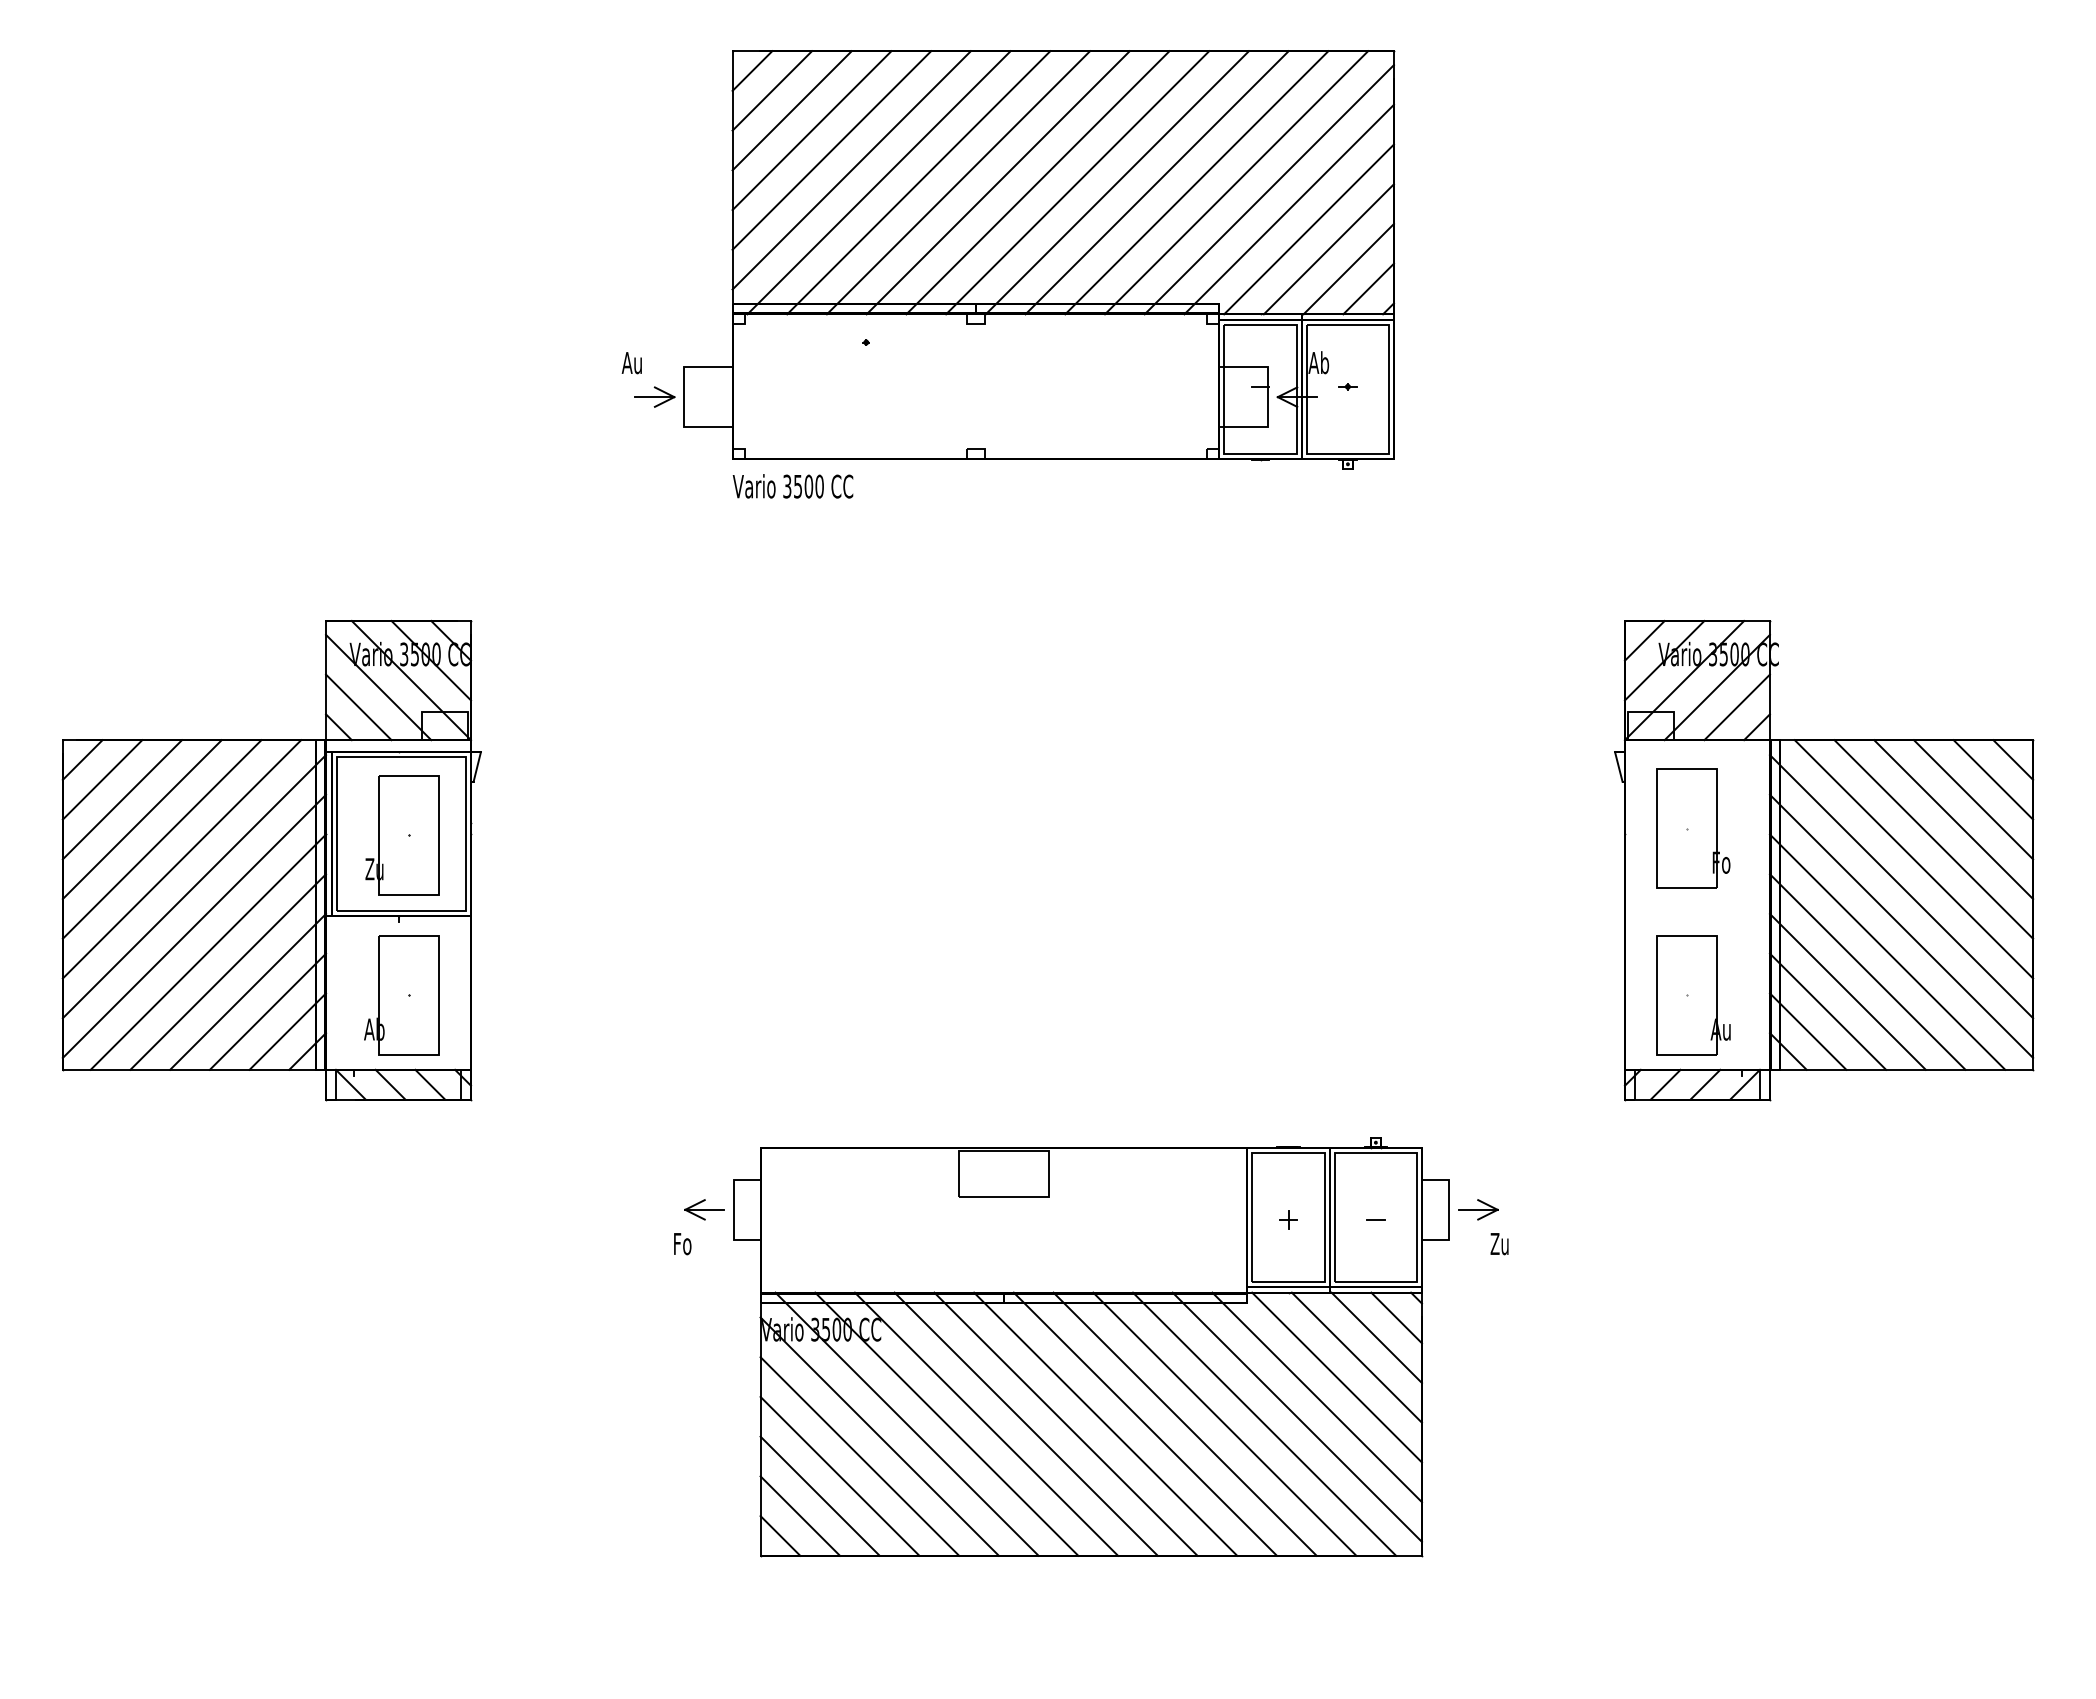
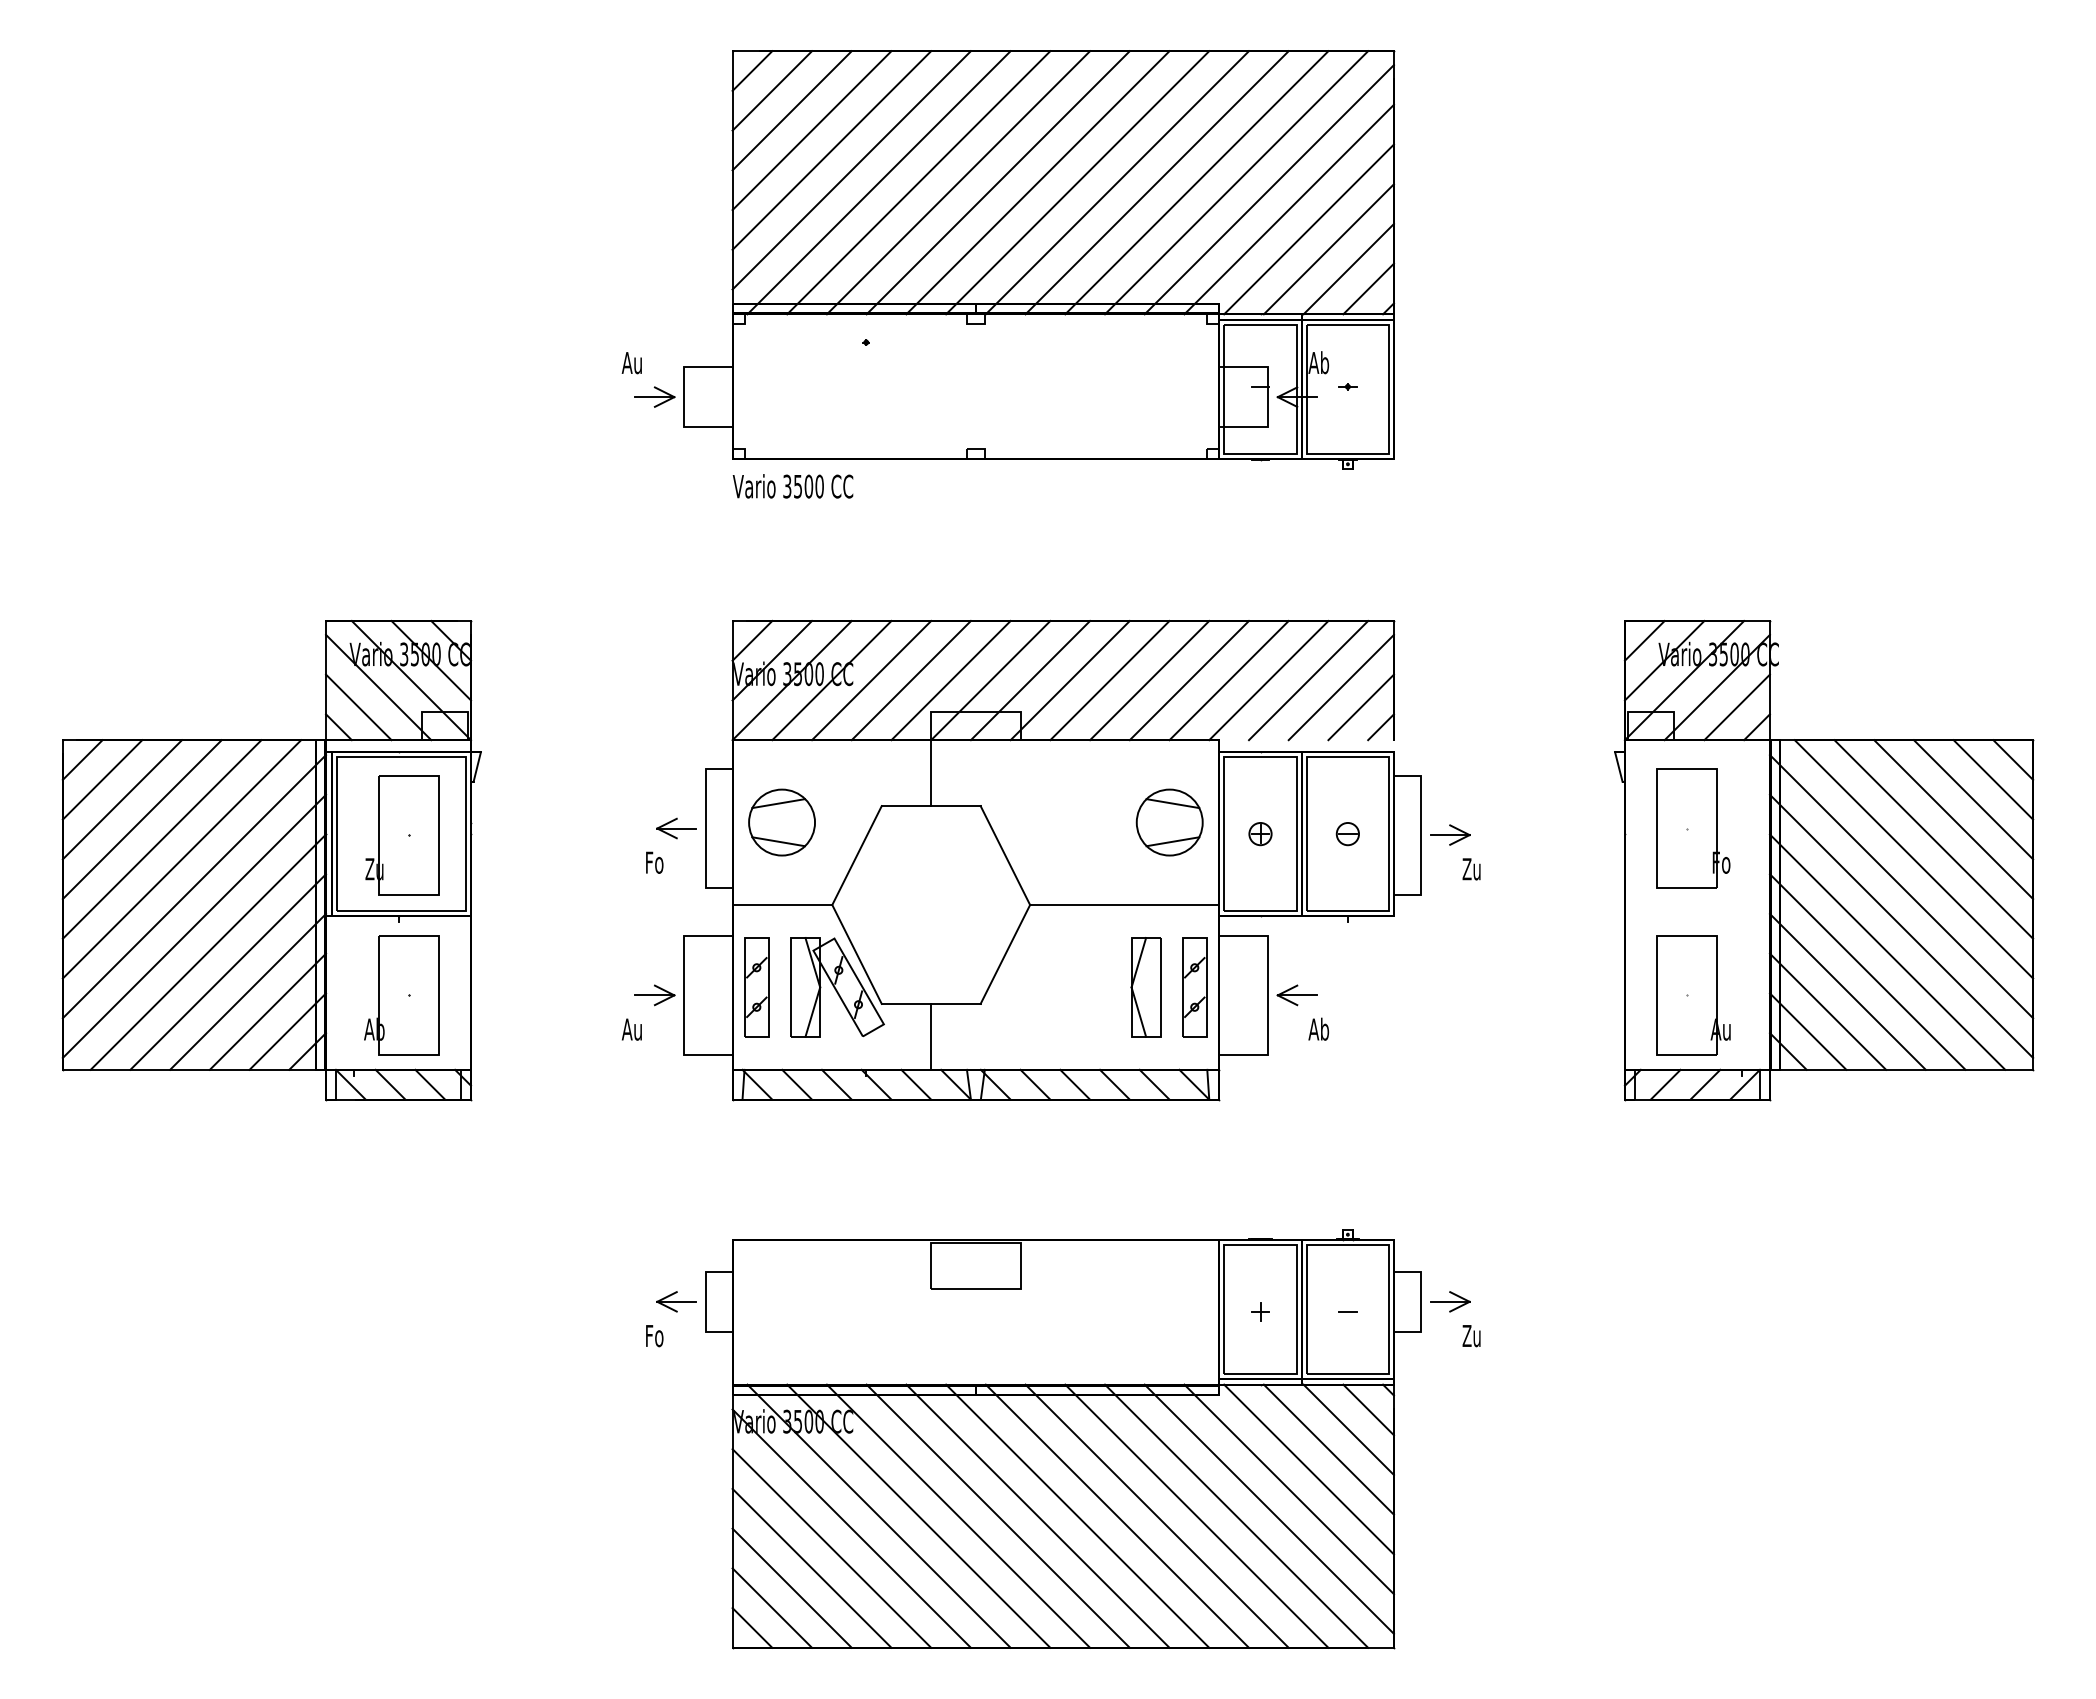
part at (1051, 860): none -> present
part at (1091, 1347) position: (1091, 1347) -> (1063, 1439)
